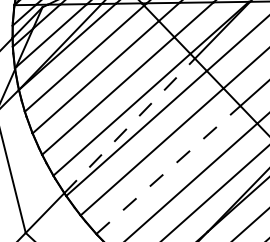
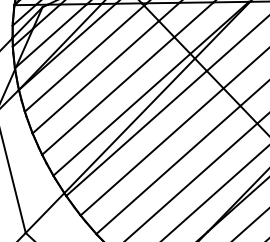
line at (129, 125): dashed -> solid
line at (168, 169): dashed -> solid
